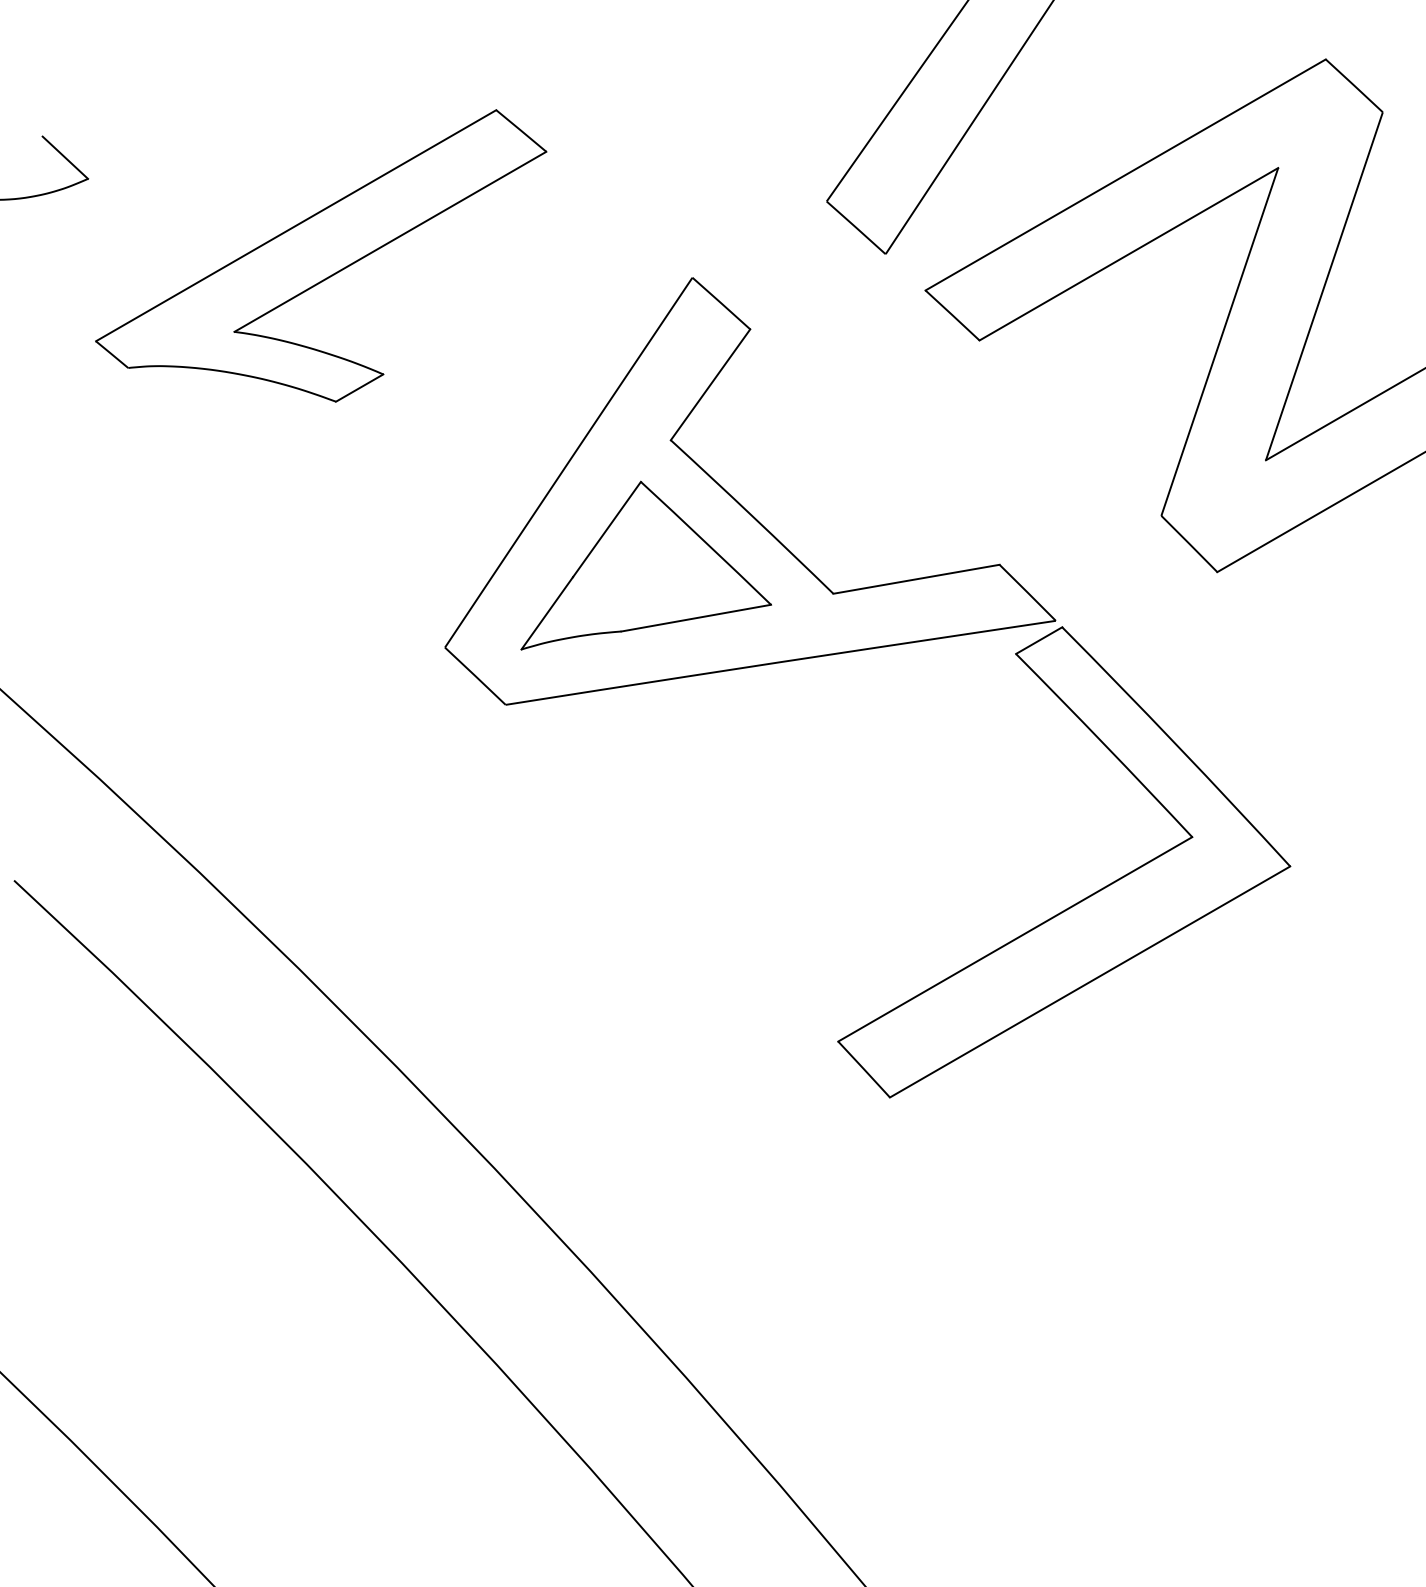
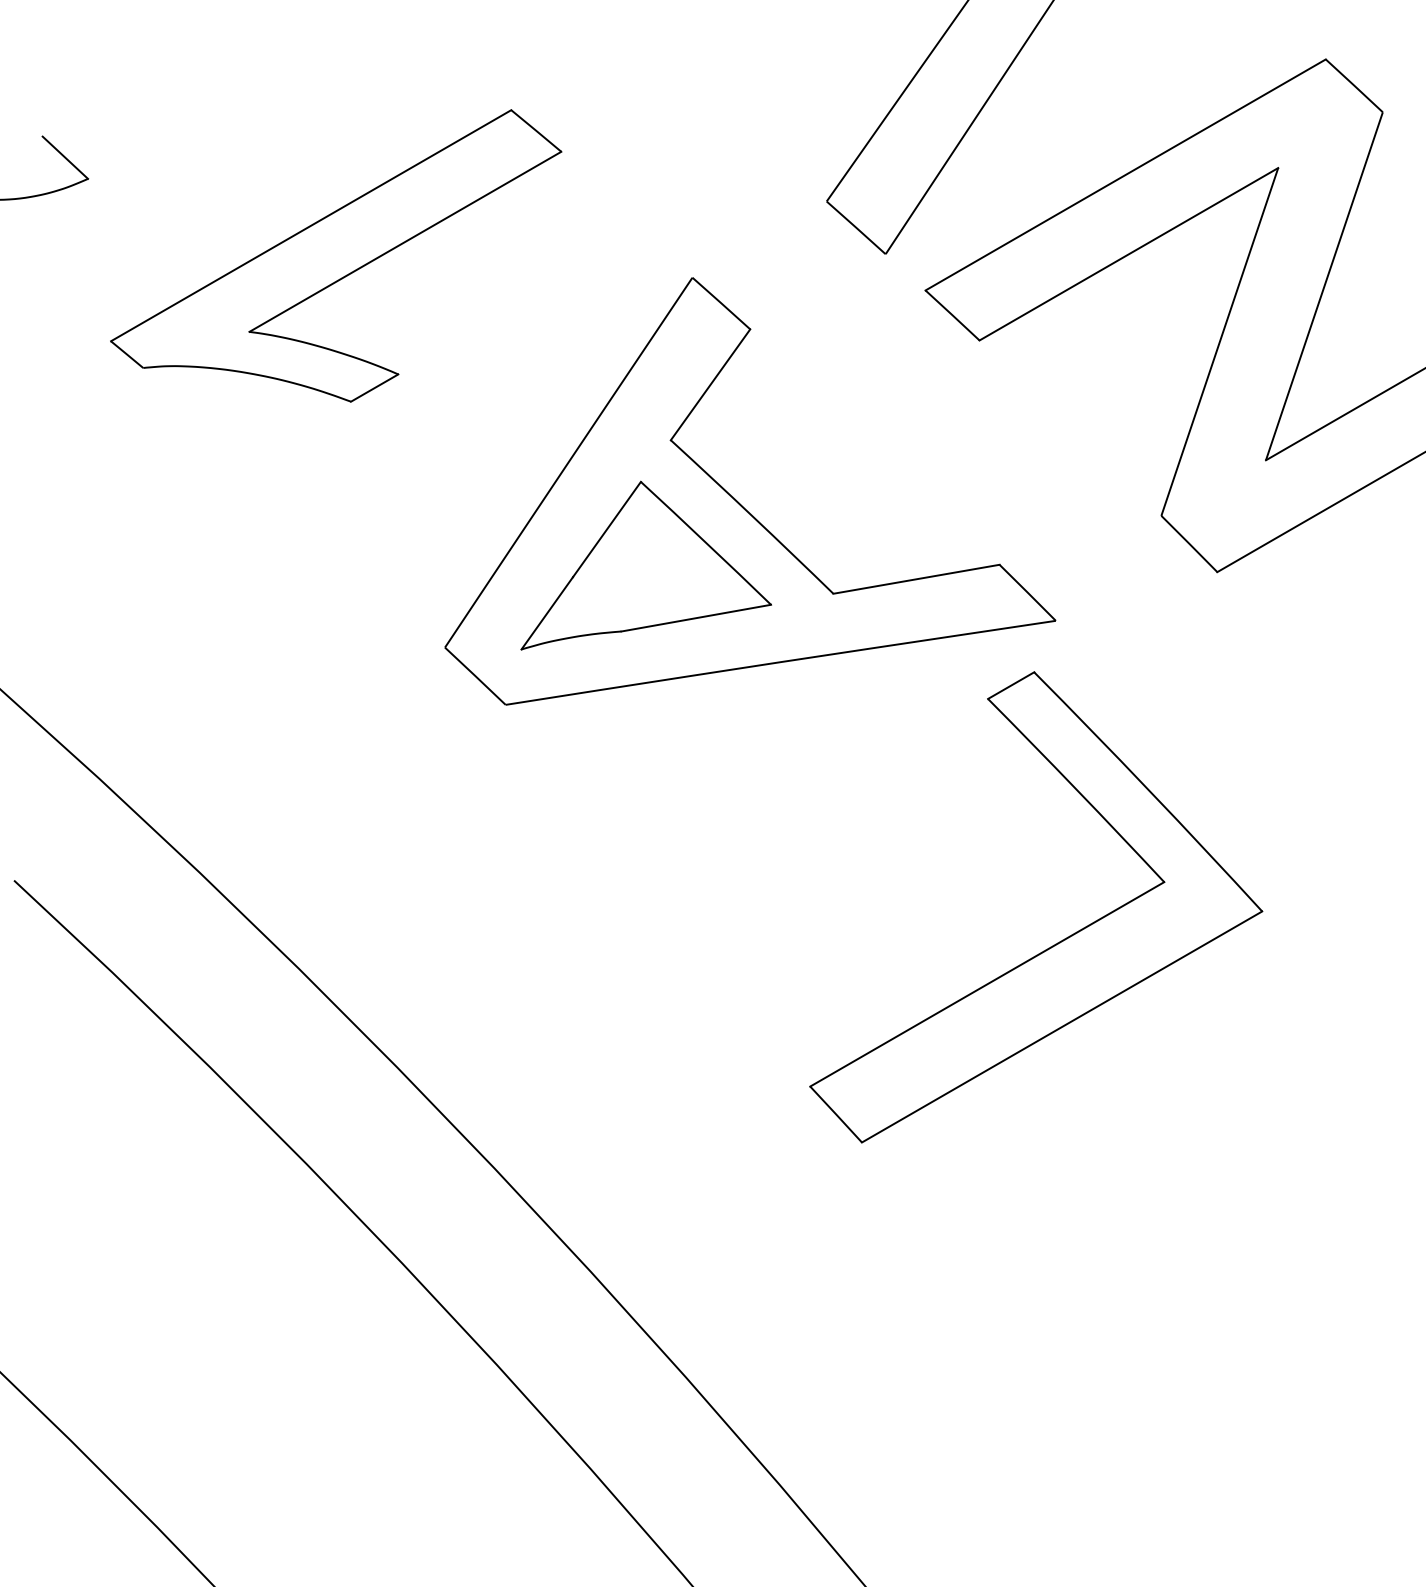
part at (321, 255) position: (321, 255) -> (336, 255)
part at (1083, 898) position: (1083, 898) -> (1055, 943)
